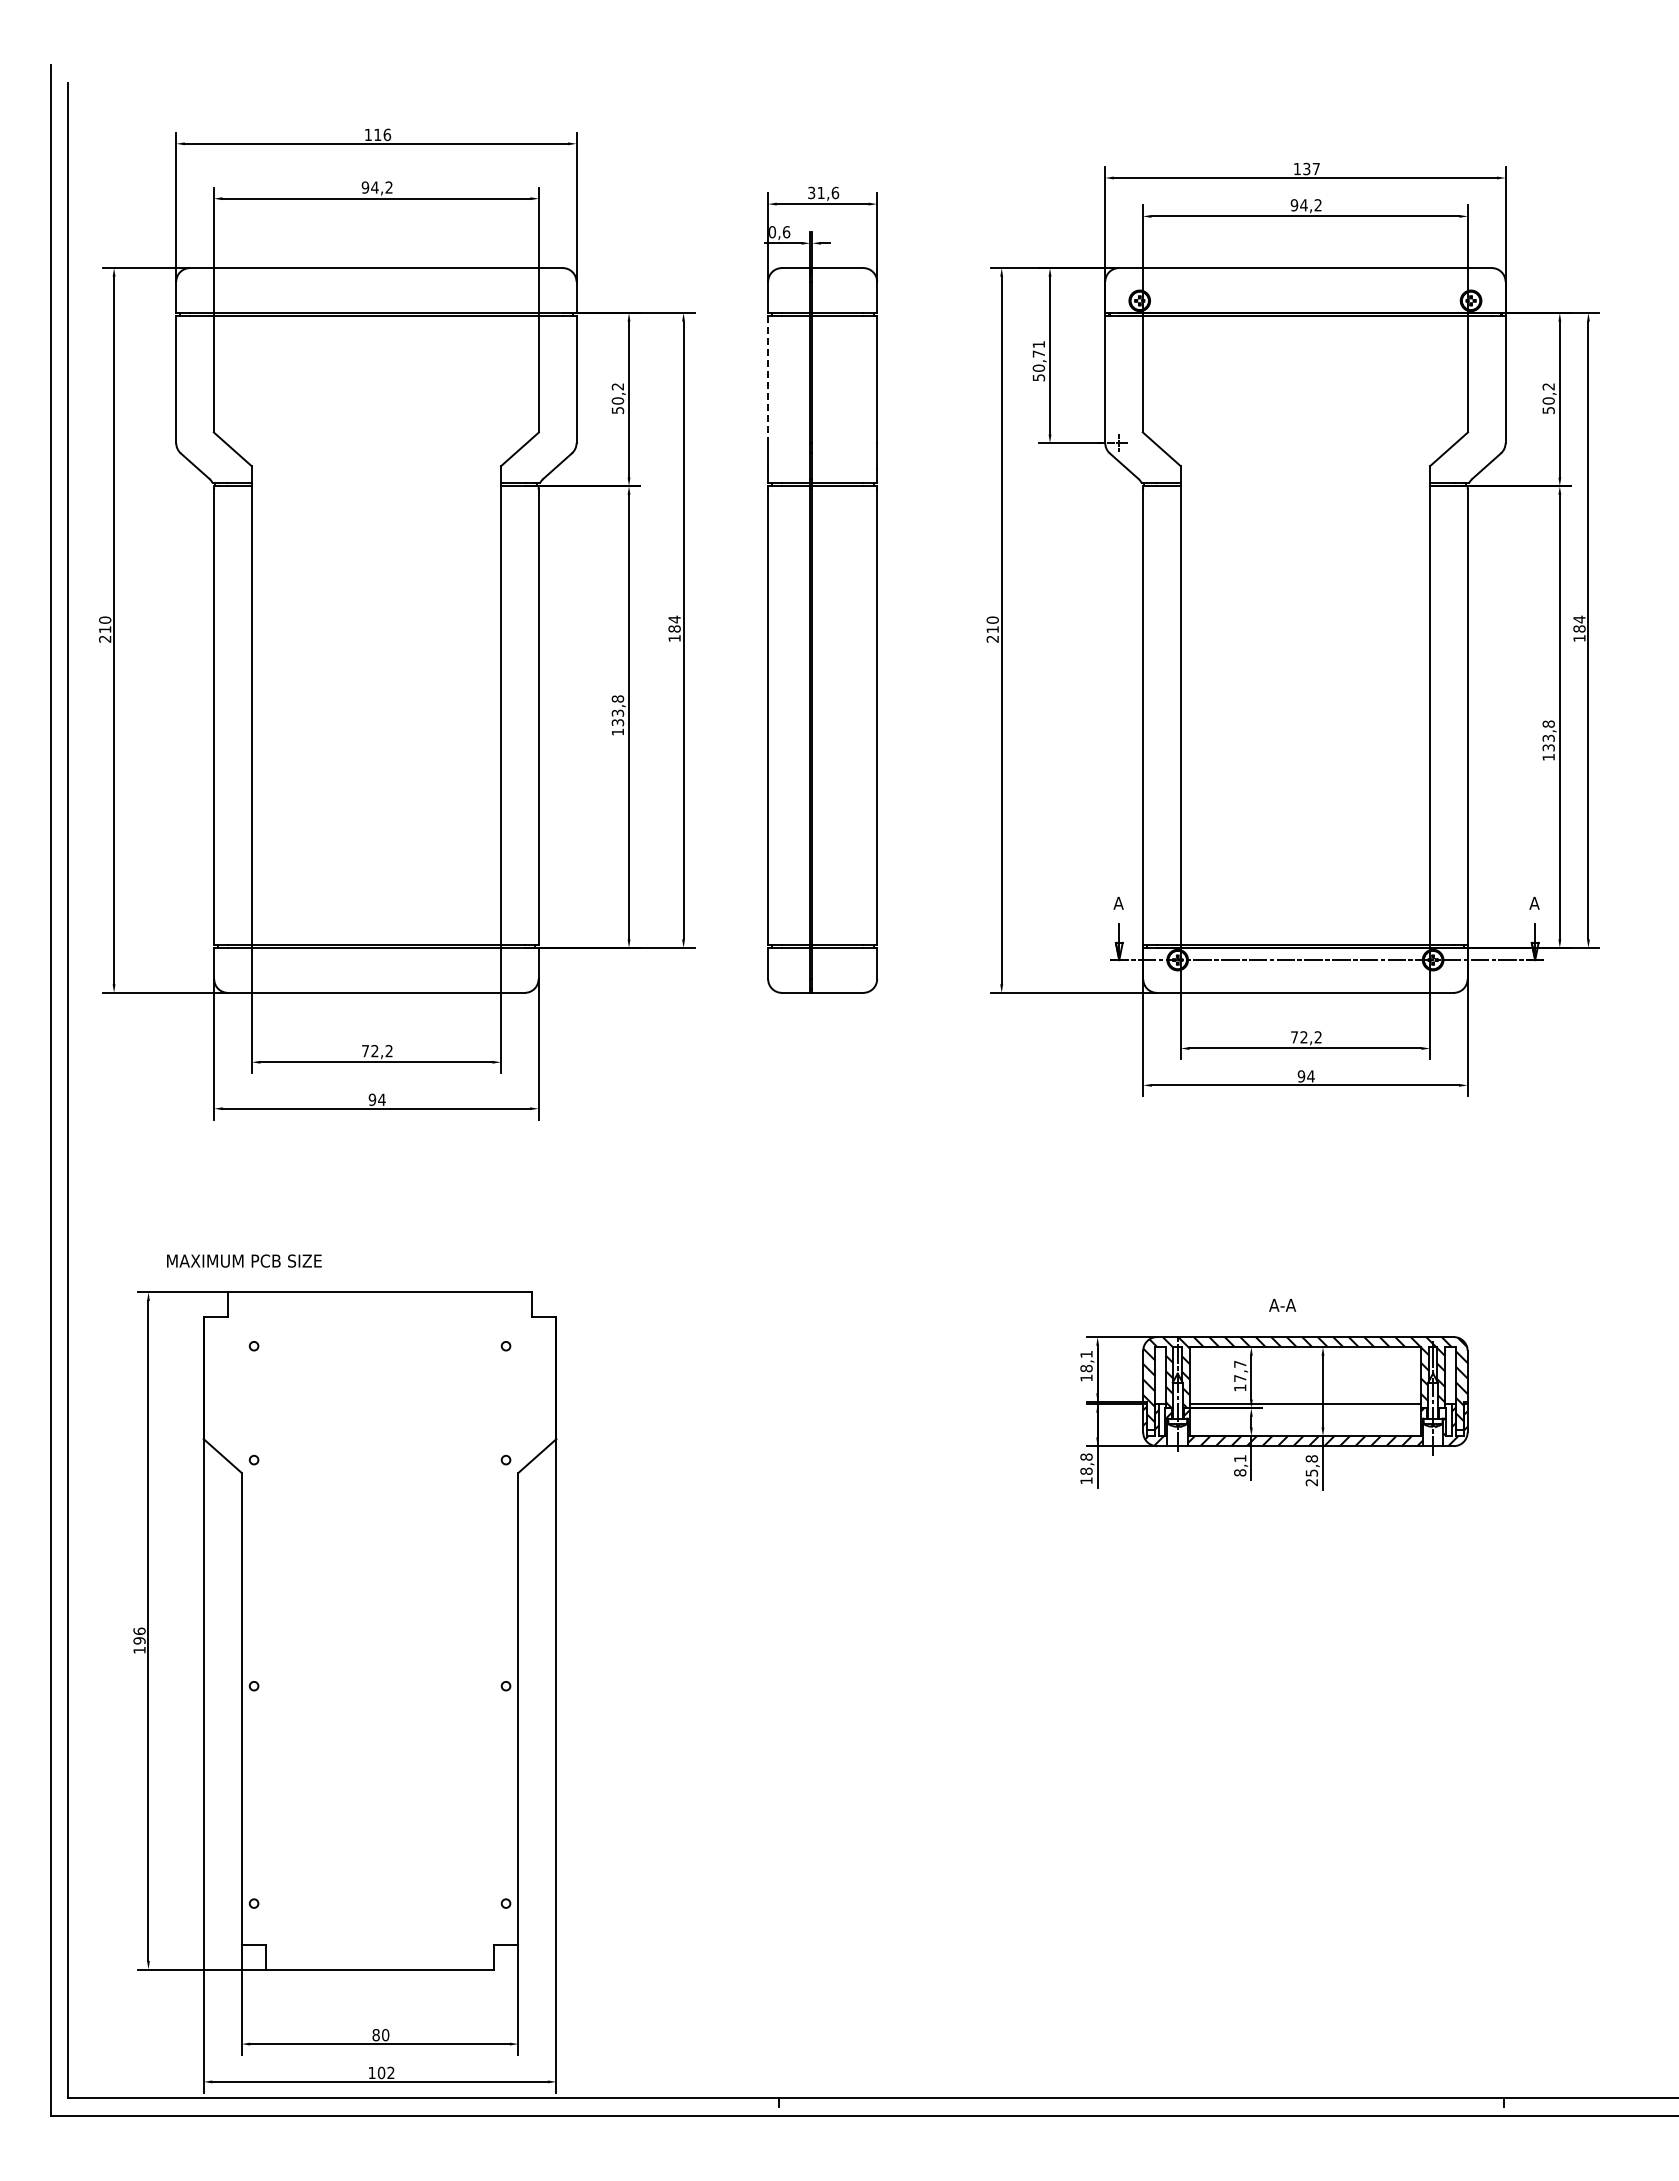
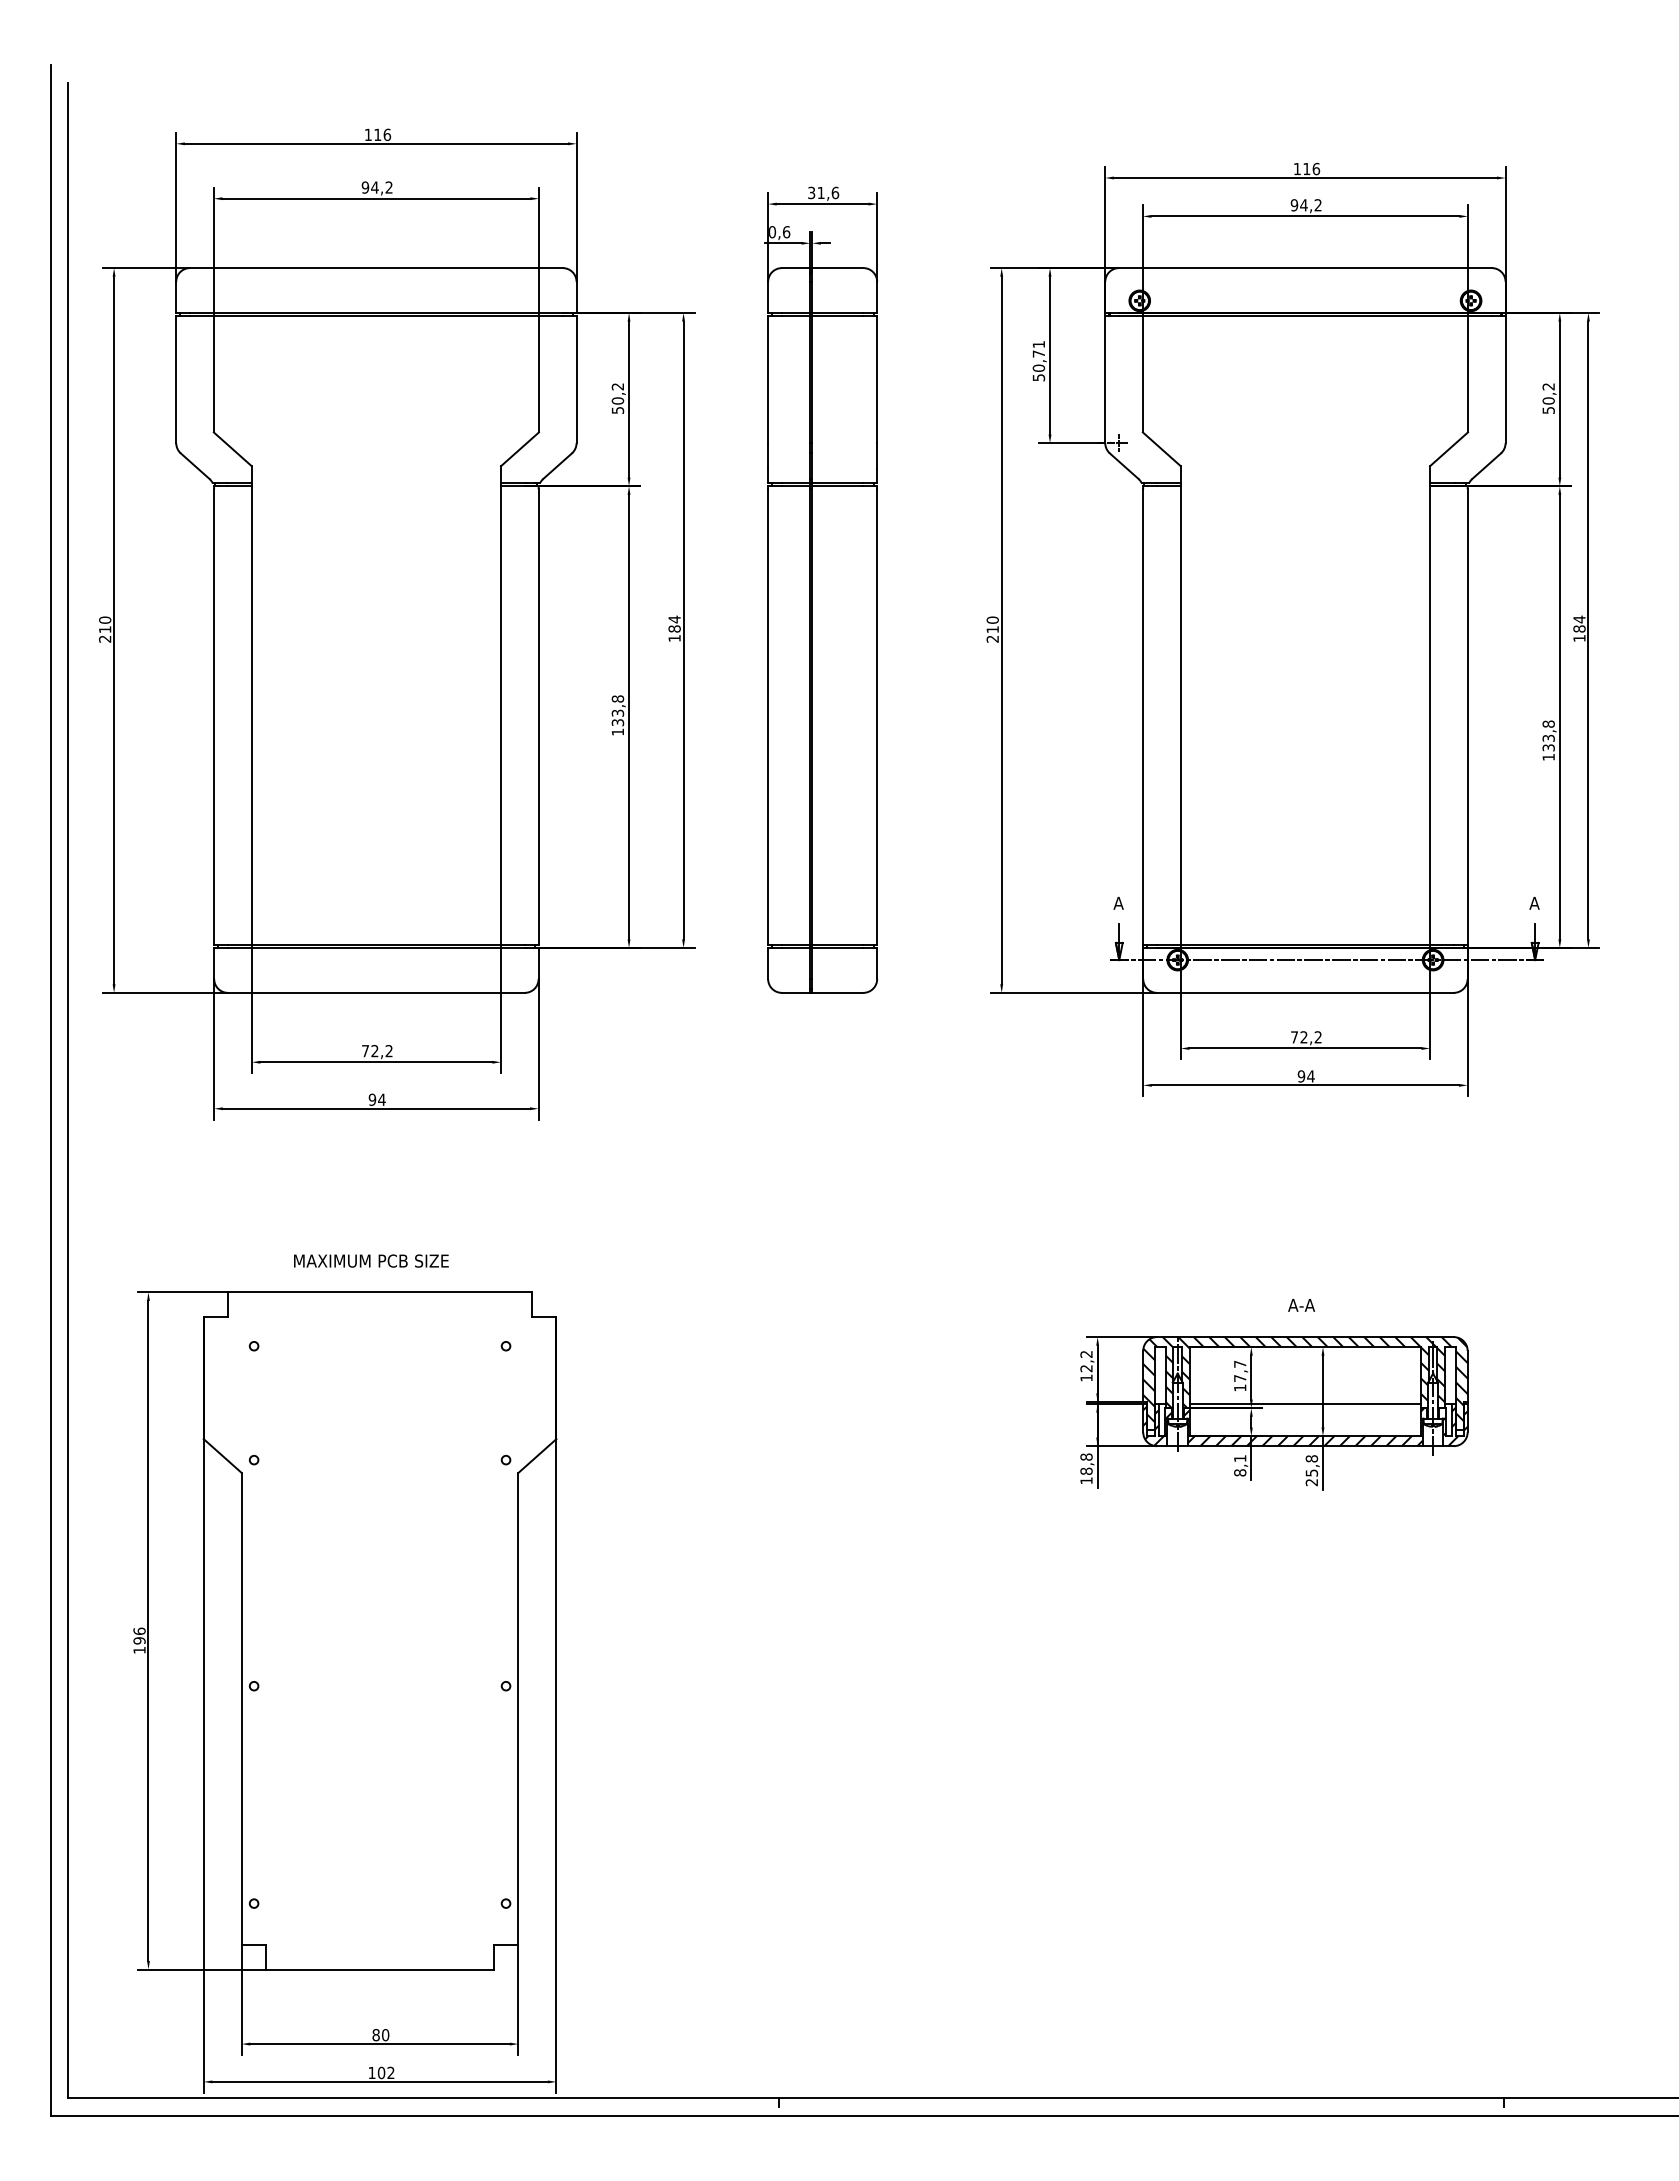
text at (1311, 168): 137 -> 116
line at (768, 379): dashed -> solid
text at (244, 1260) position: (244, 1260) -> (371, 1260)
text at (1282, 1305) position: (1282, 1305) -> (1301, 1305)
text at (1086, 1361): 18,1 -> 12,2
